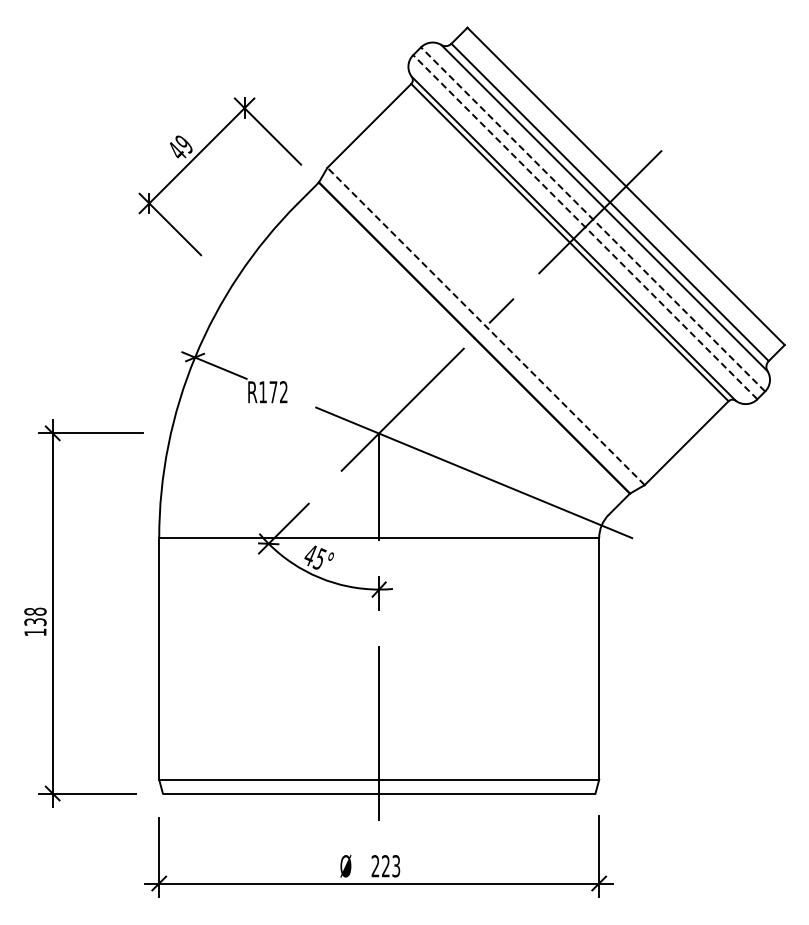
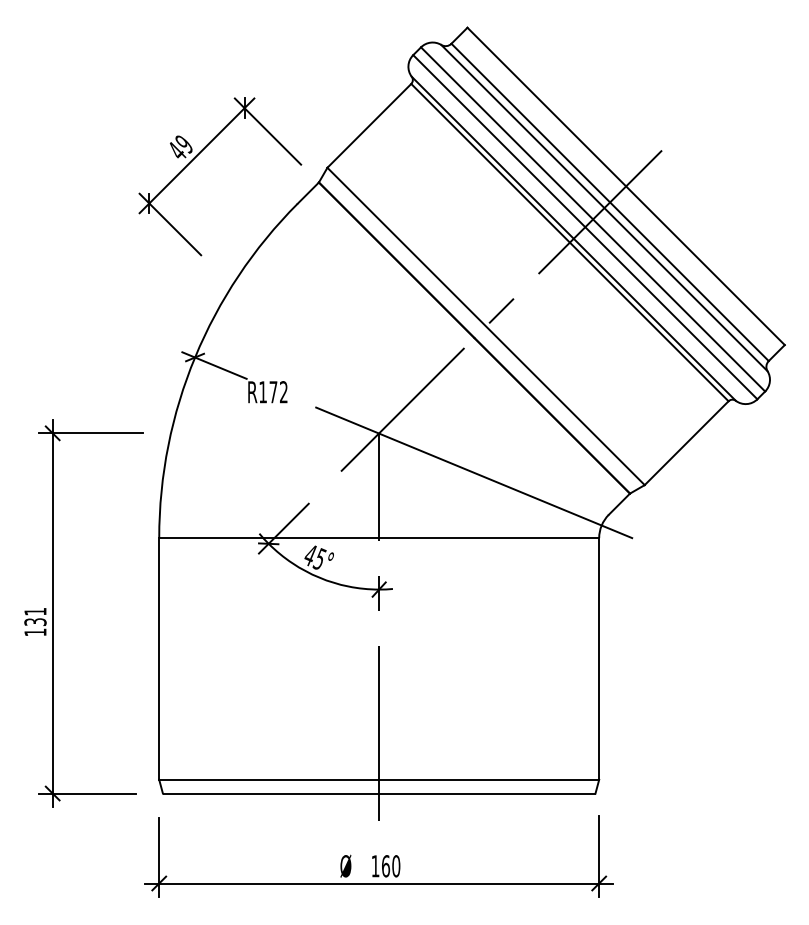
line at (592, 219): dashed -> solid
line at (584, 226): dashed -> solid
line at (485, 326): dashed -> solid
text at (35, 611): 138 -> 131
text at (385, 866): 223 -> 160
